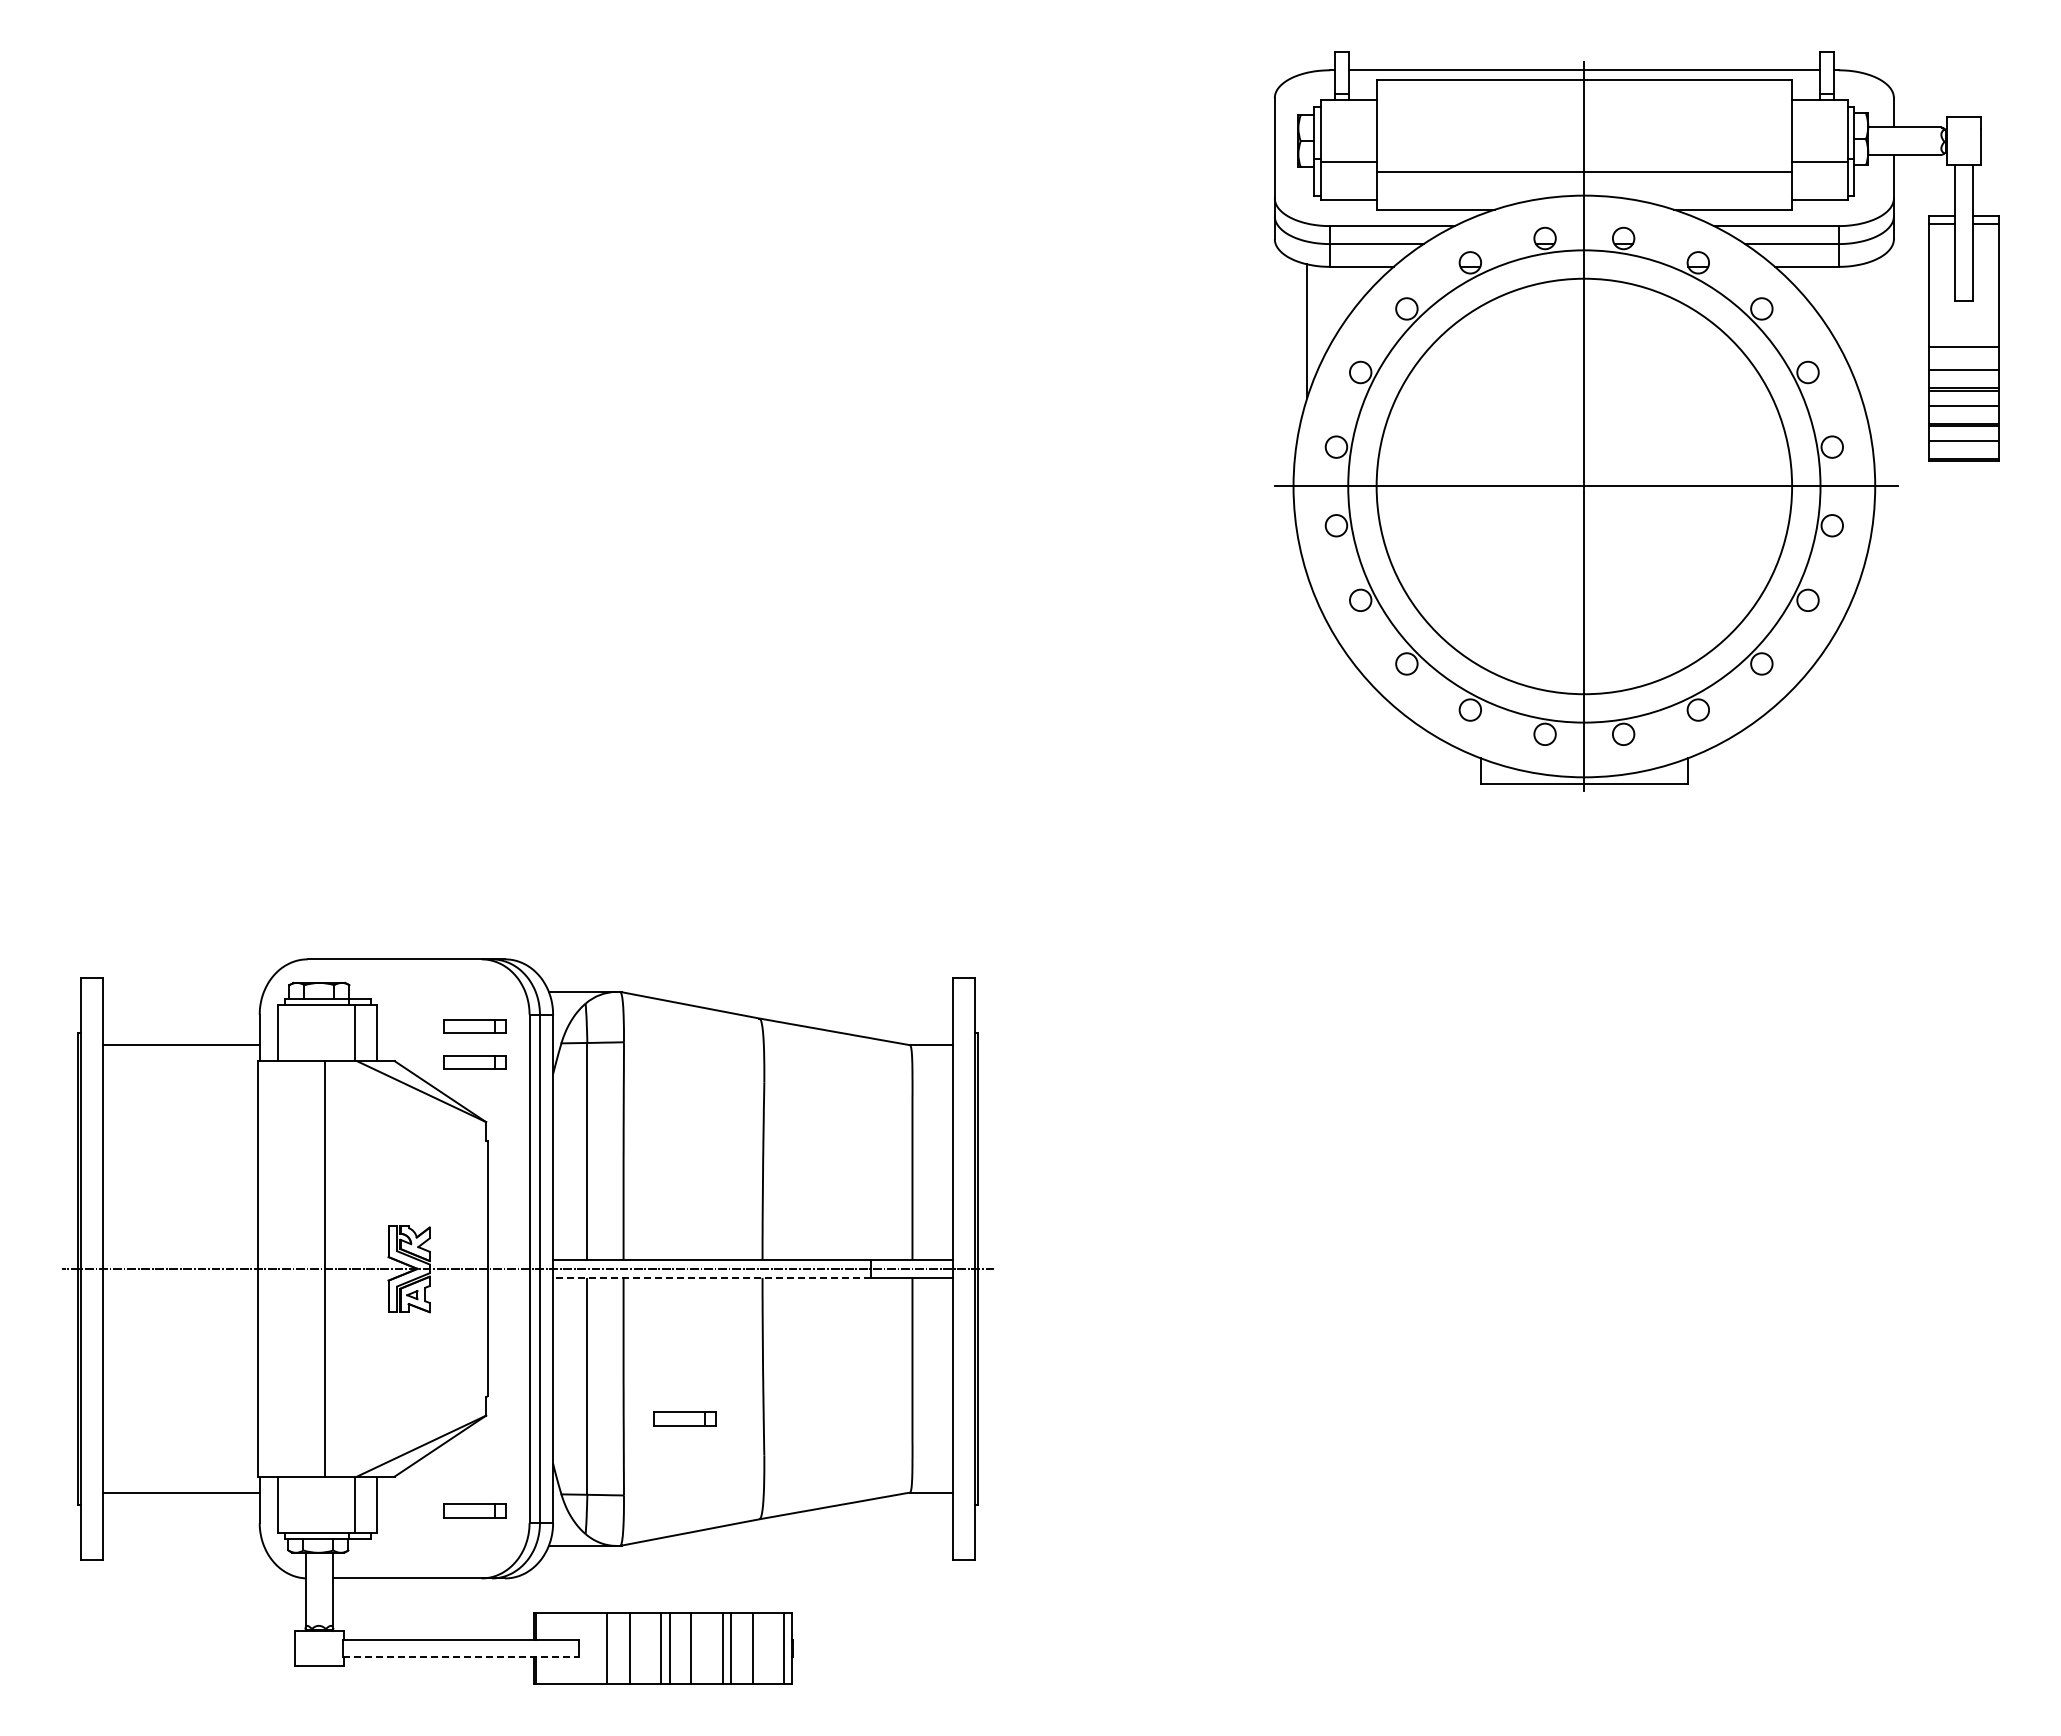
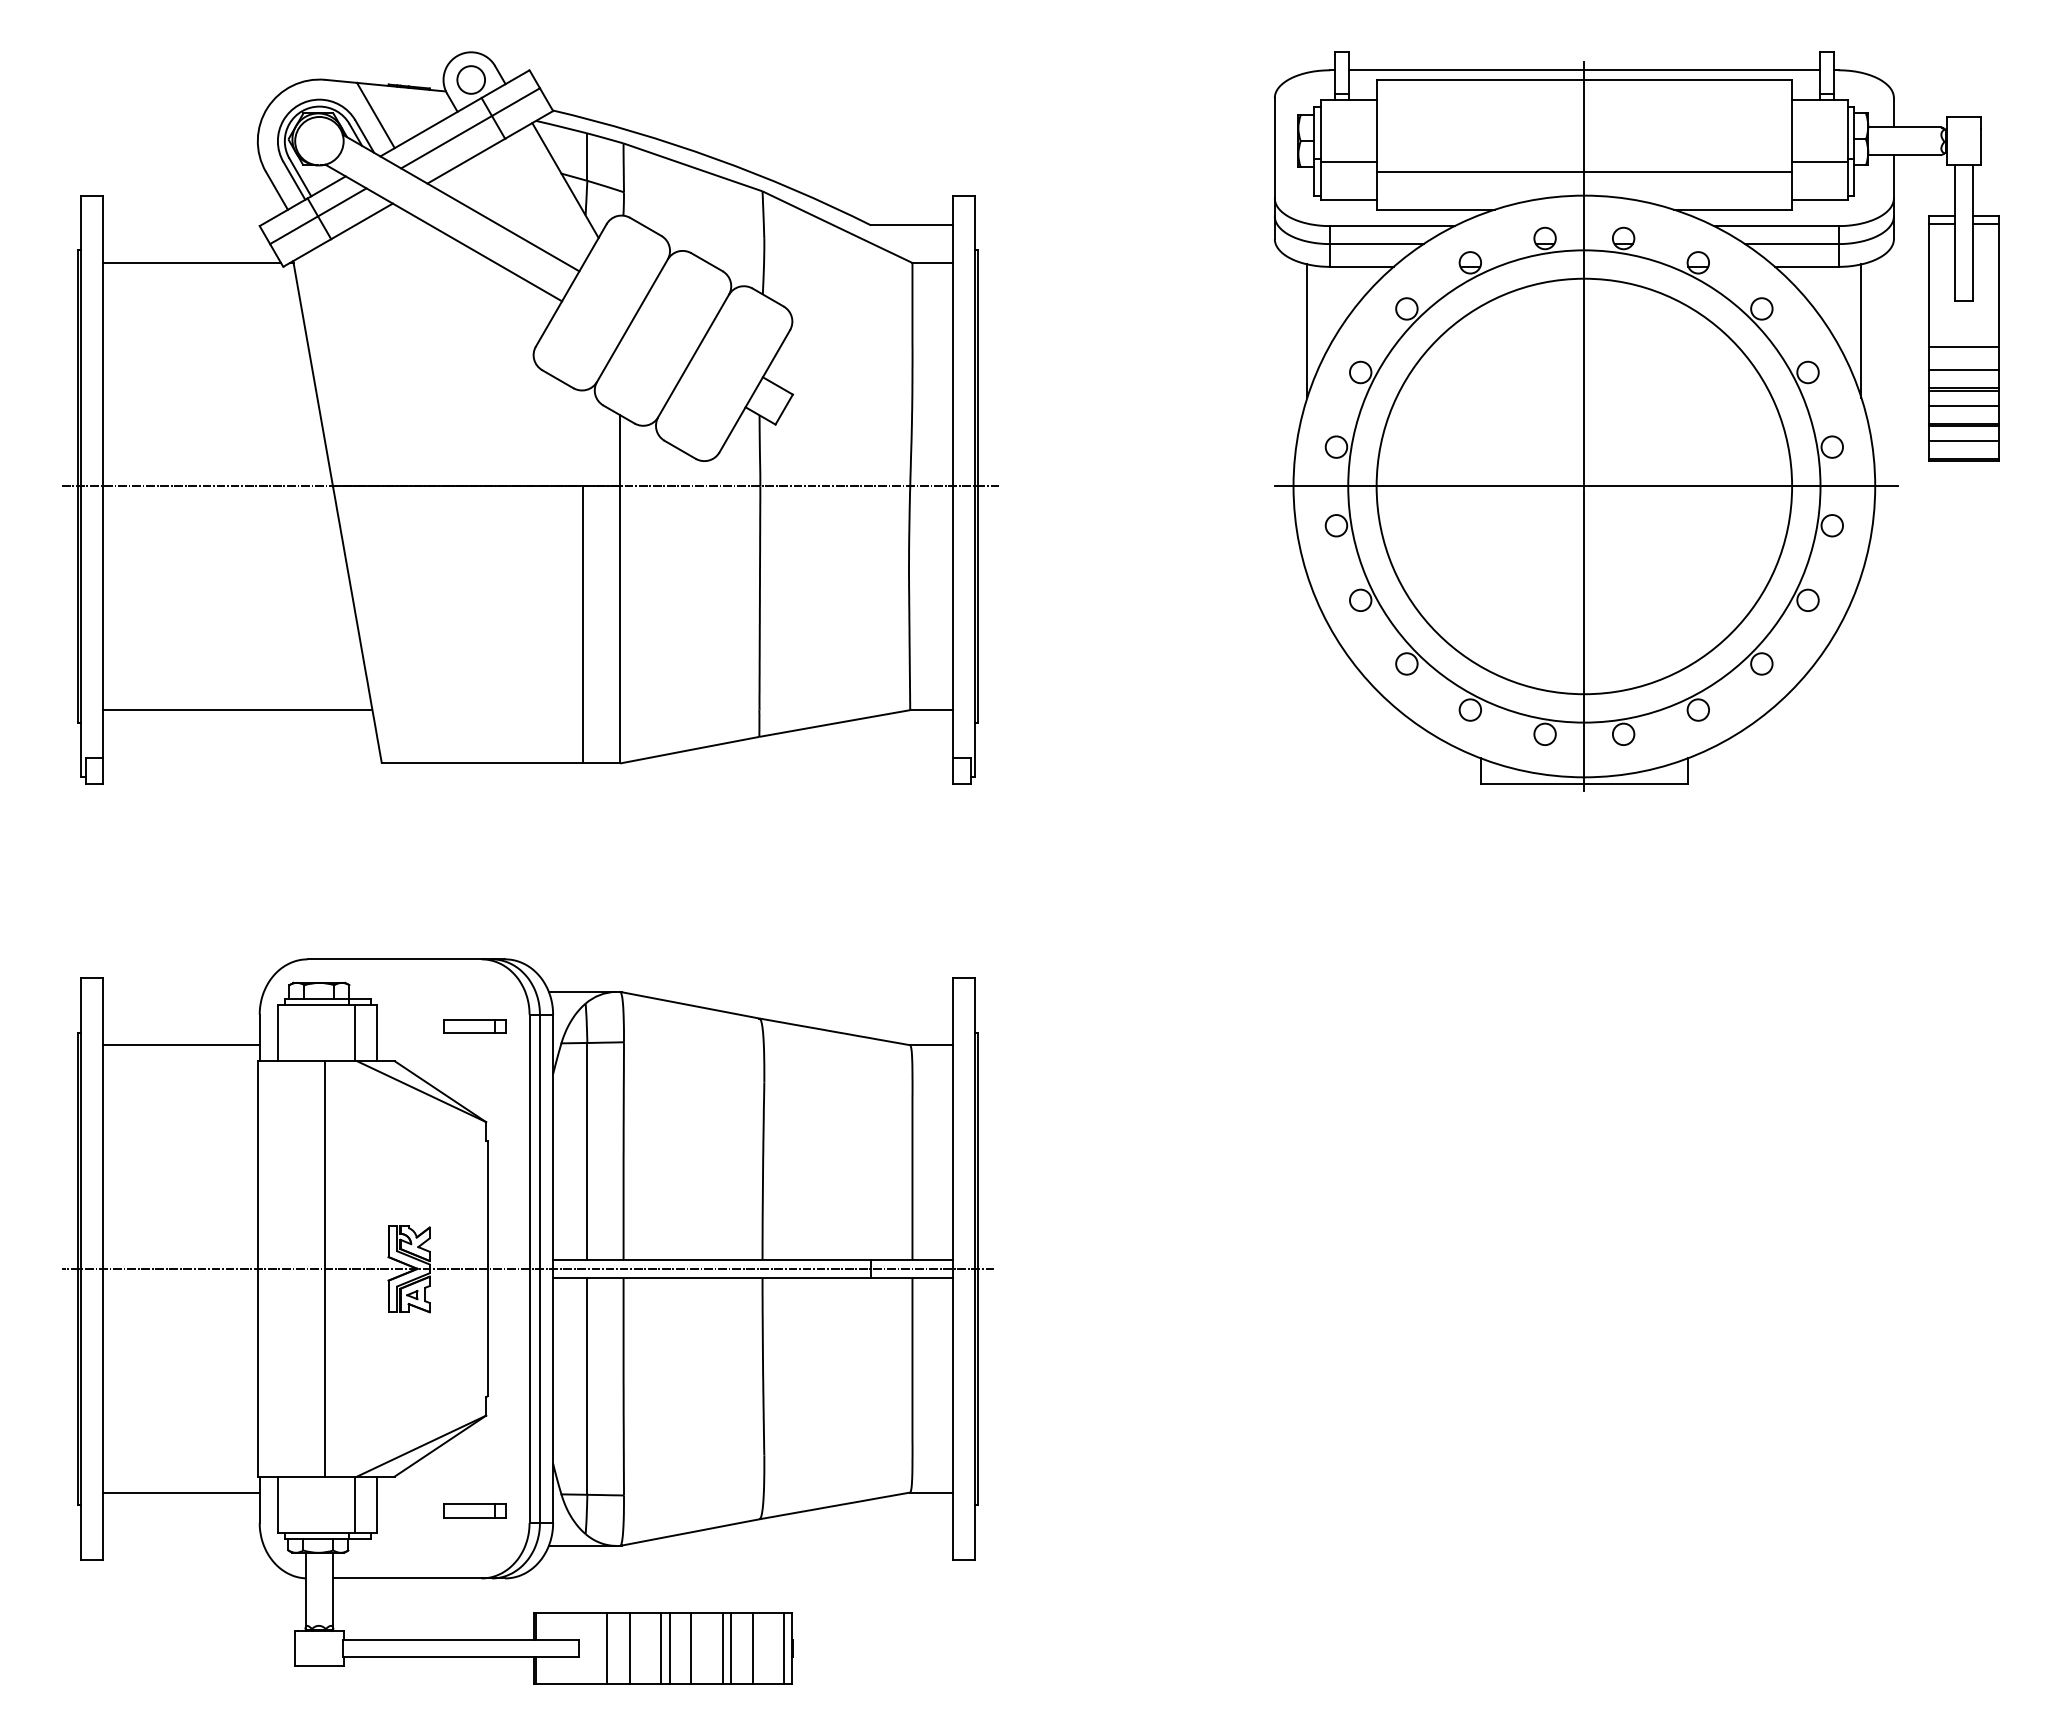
line at (1861, 330): none -> present
part at (530, 417): none -> present
part at (474, 1062): present -> none
line at (711, 1277): dashed -> solid
part at (684, 1418): present -> none
line at (461, 1657): dashed -> solid
